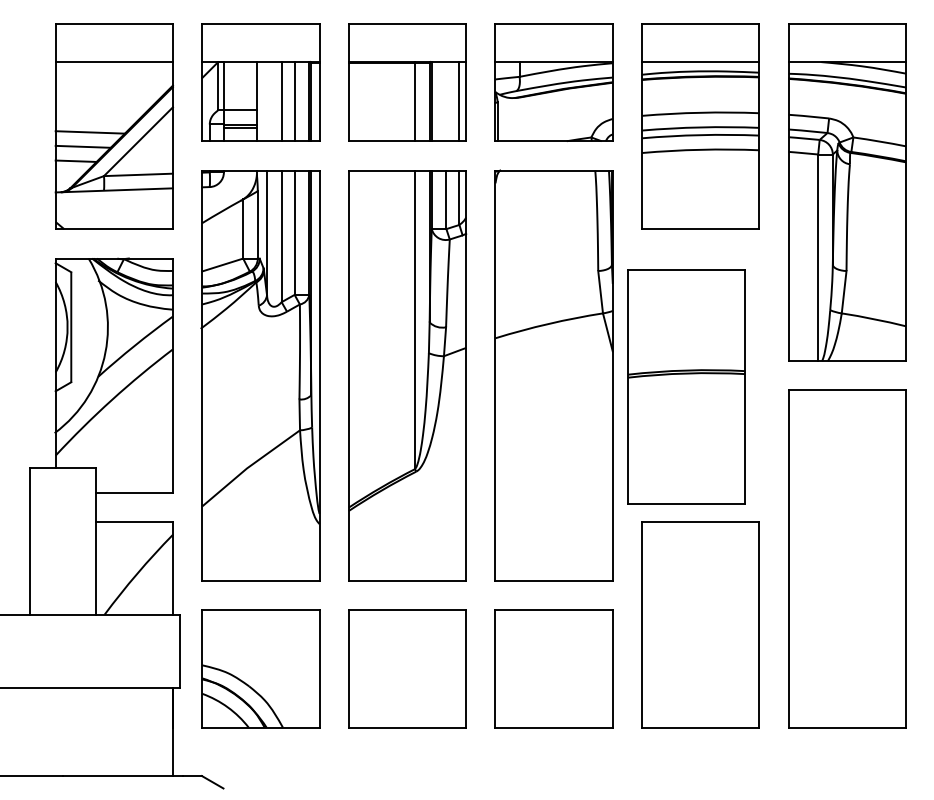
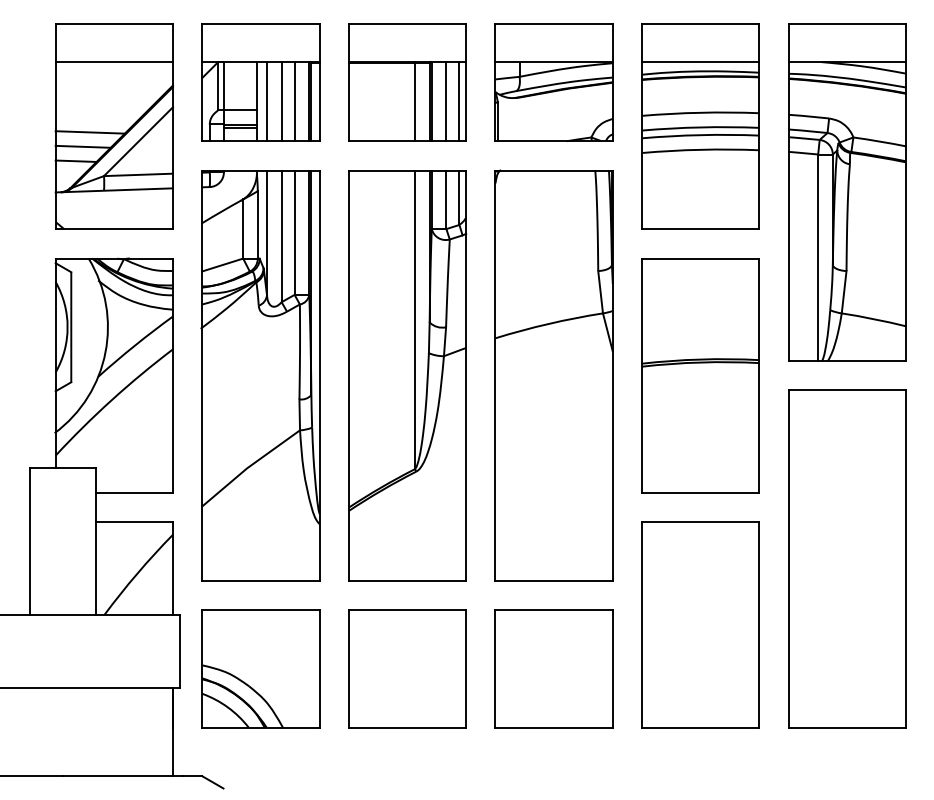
line at (267, 101): none -> present
line at (446, 101): none -> present
part at (686, 386) position: (686, 386) -> (700, 375)
